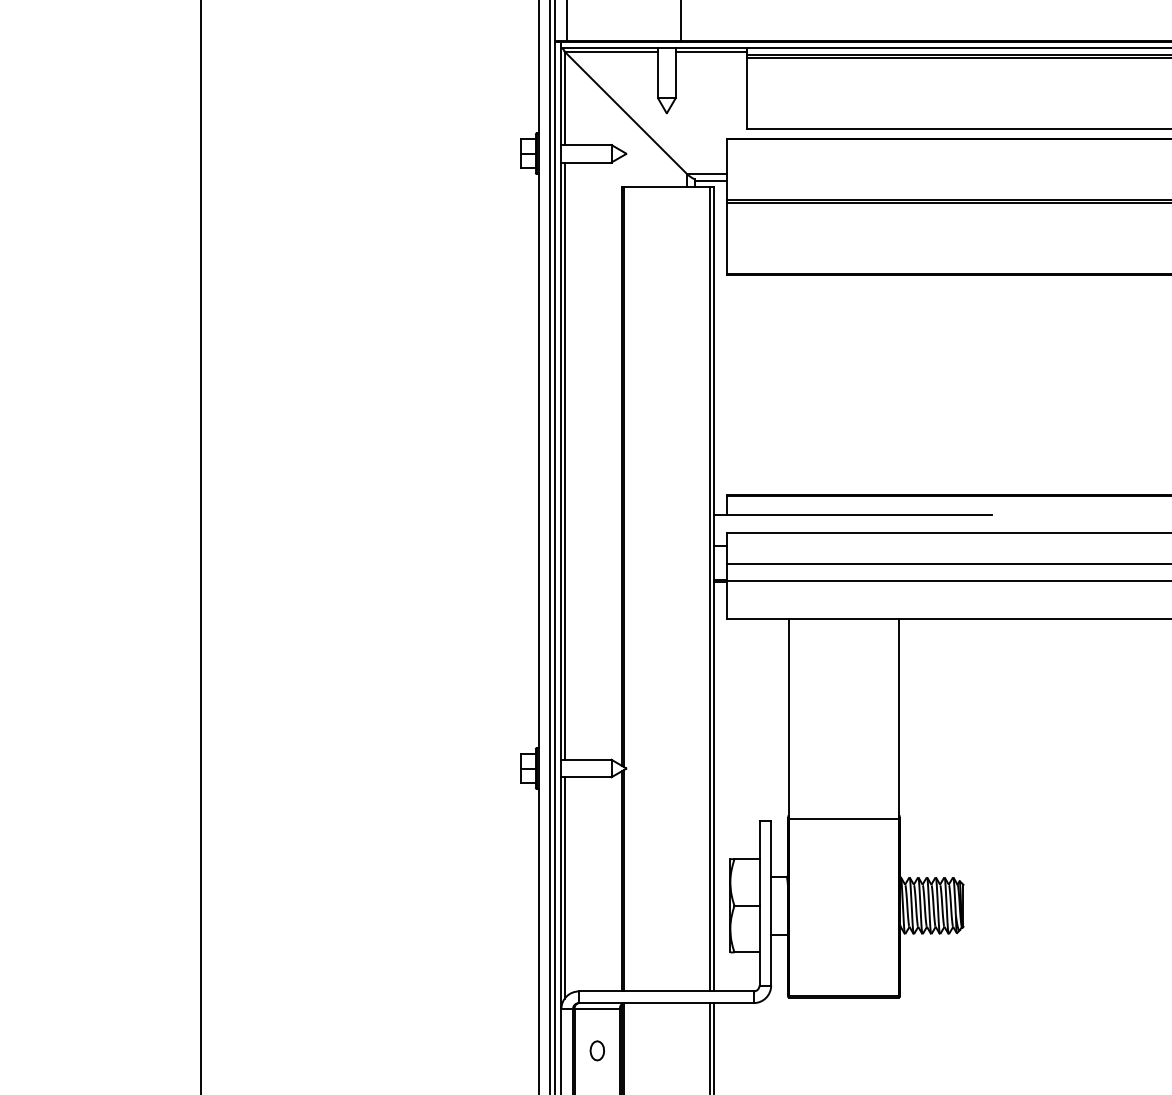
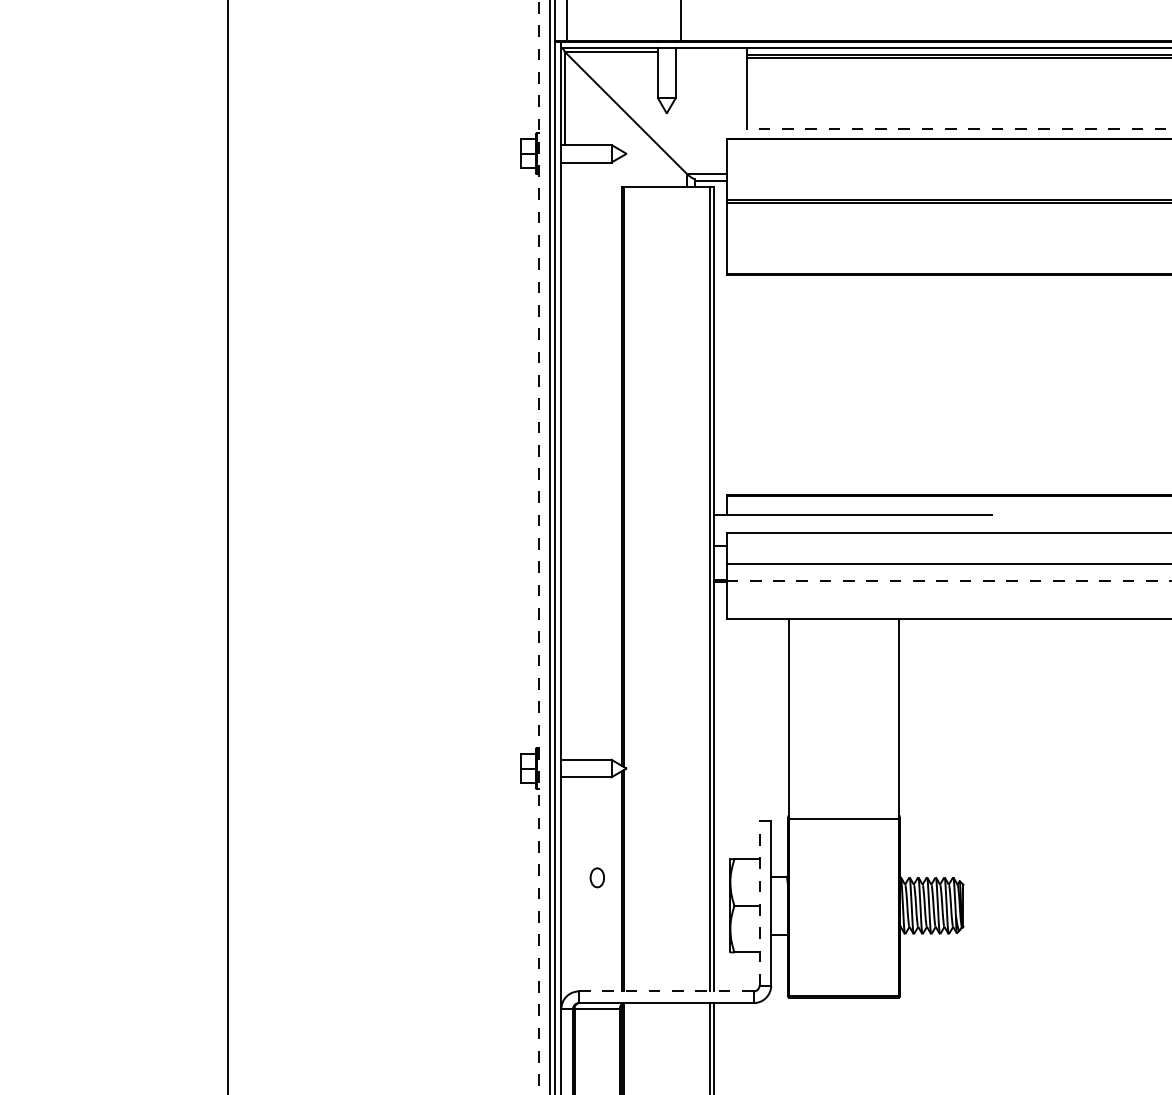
line at (710, 51): present -> none
line at (958, 129): solid -> dashed
line at (564, 460): present -> none
line at (200, 546) position: (200, 546) -> (227, 546)
line at (538, 547): solid -> dashed
line at (949, 580): solid -> dashed
line at (564, 887): present -> none
line at (759, 902): solid -> dashed
line at (665, 991): solid -> dashed
part at (596, 1050) position: (596, 1050) -> (596, 877)
